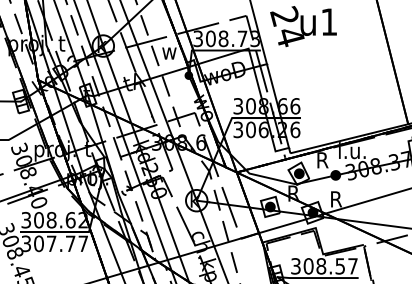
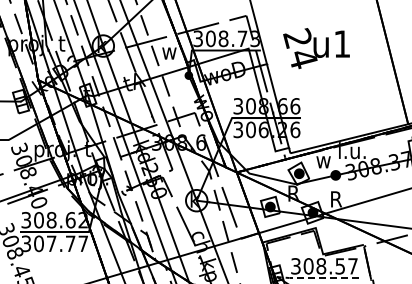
text at (303, 26) position: (303, 26) -> (316, 48)
text at (323, 160): R -> w
line at (316, 278): solid -> dashed
